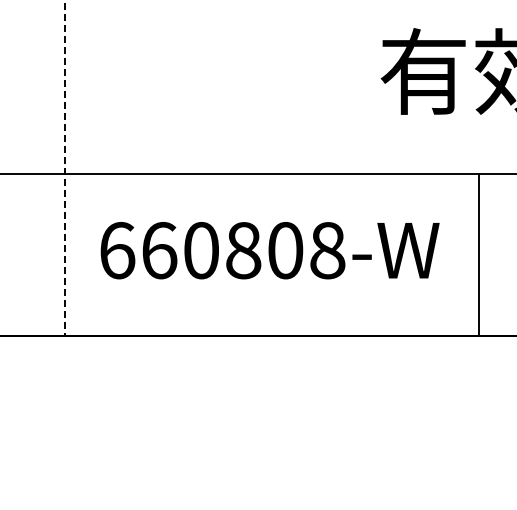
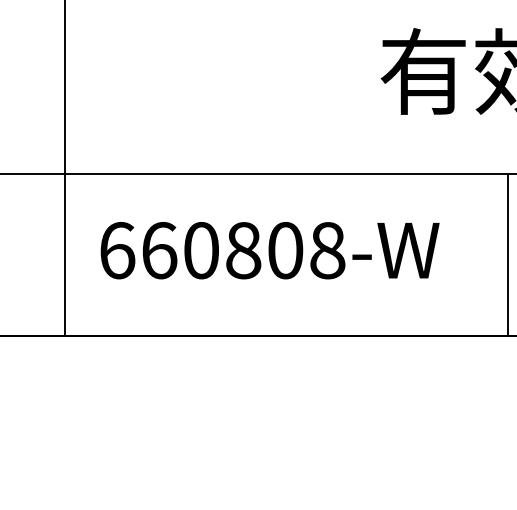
line at (65, 168): dashed -> solid
line at (479, 254) position: (479, 254) -> (508, 254)
